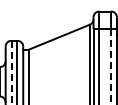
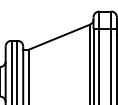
line at (111, 66): dashed -> solid
line at (11, 72): dashed -> solid
